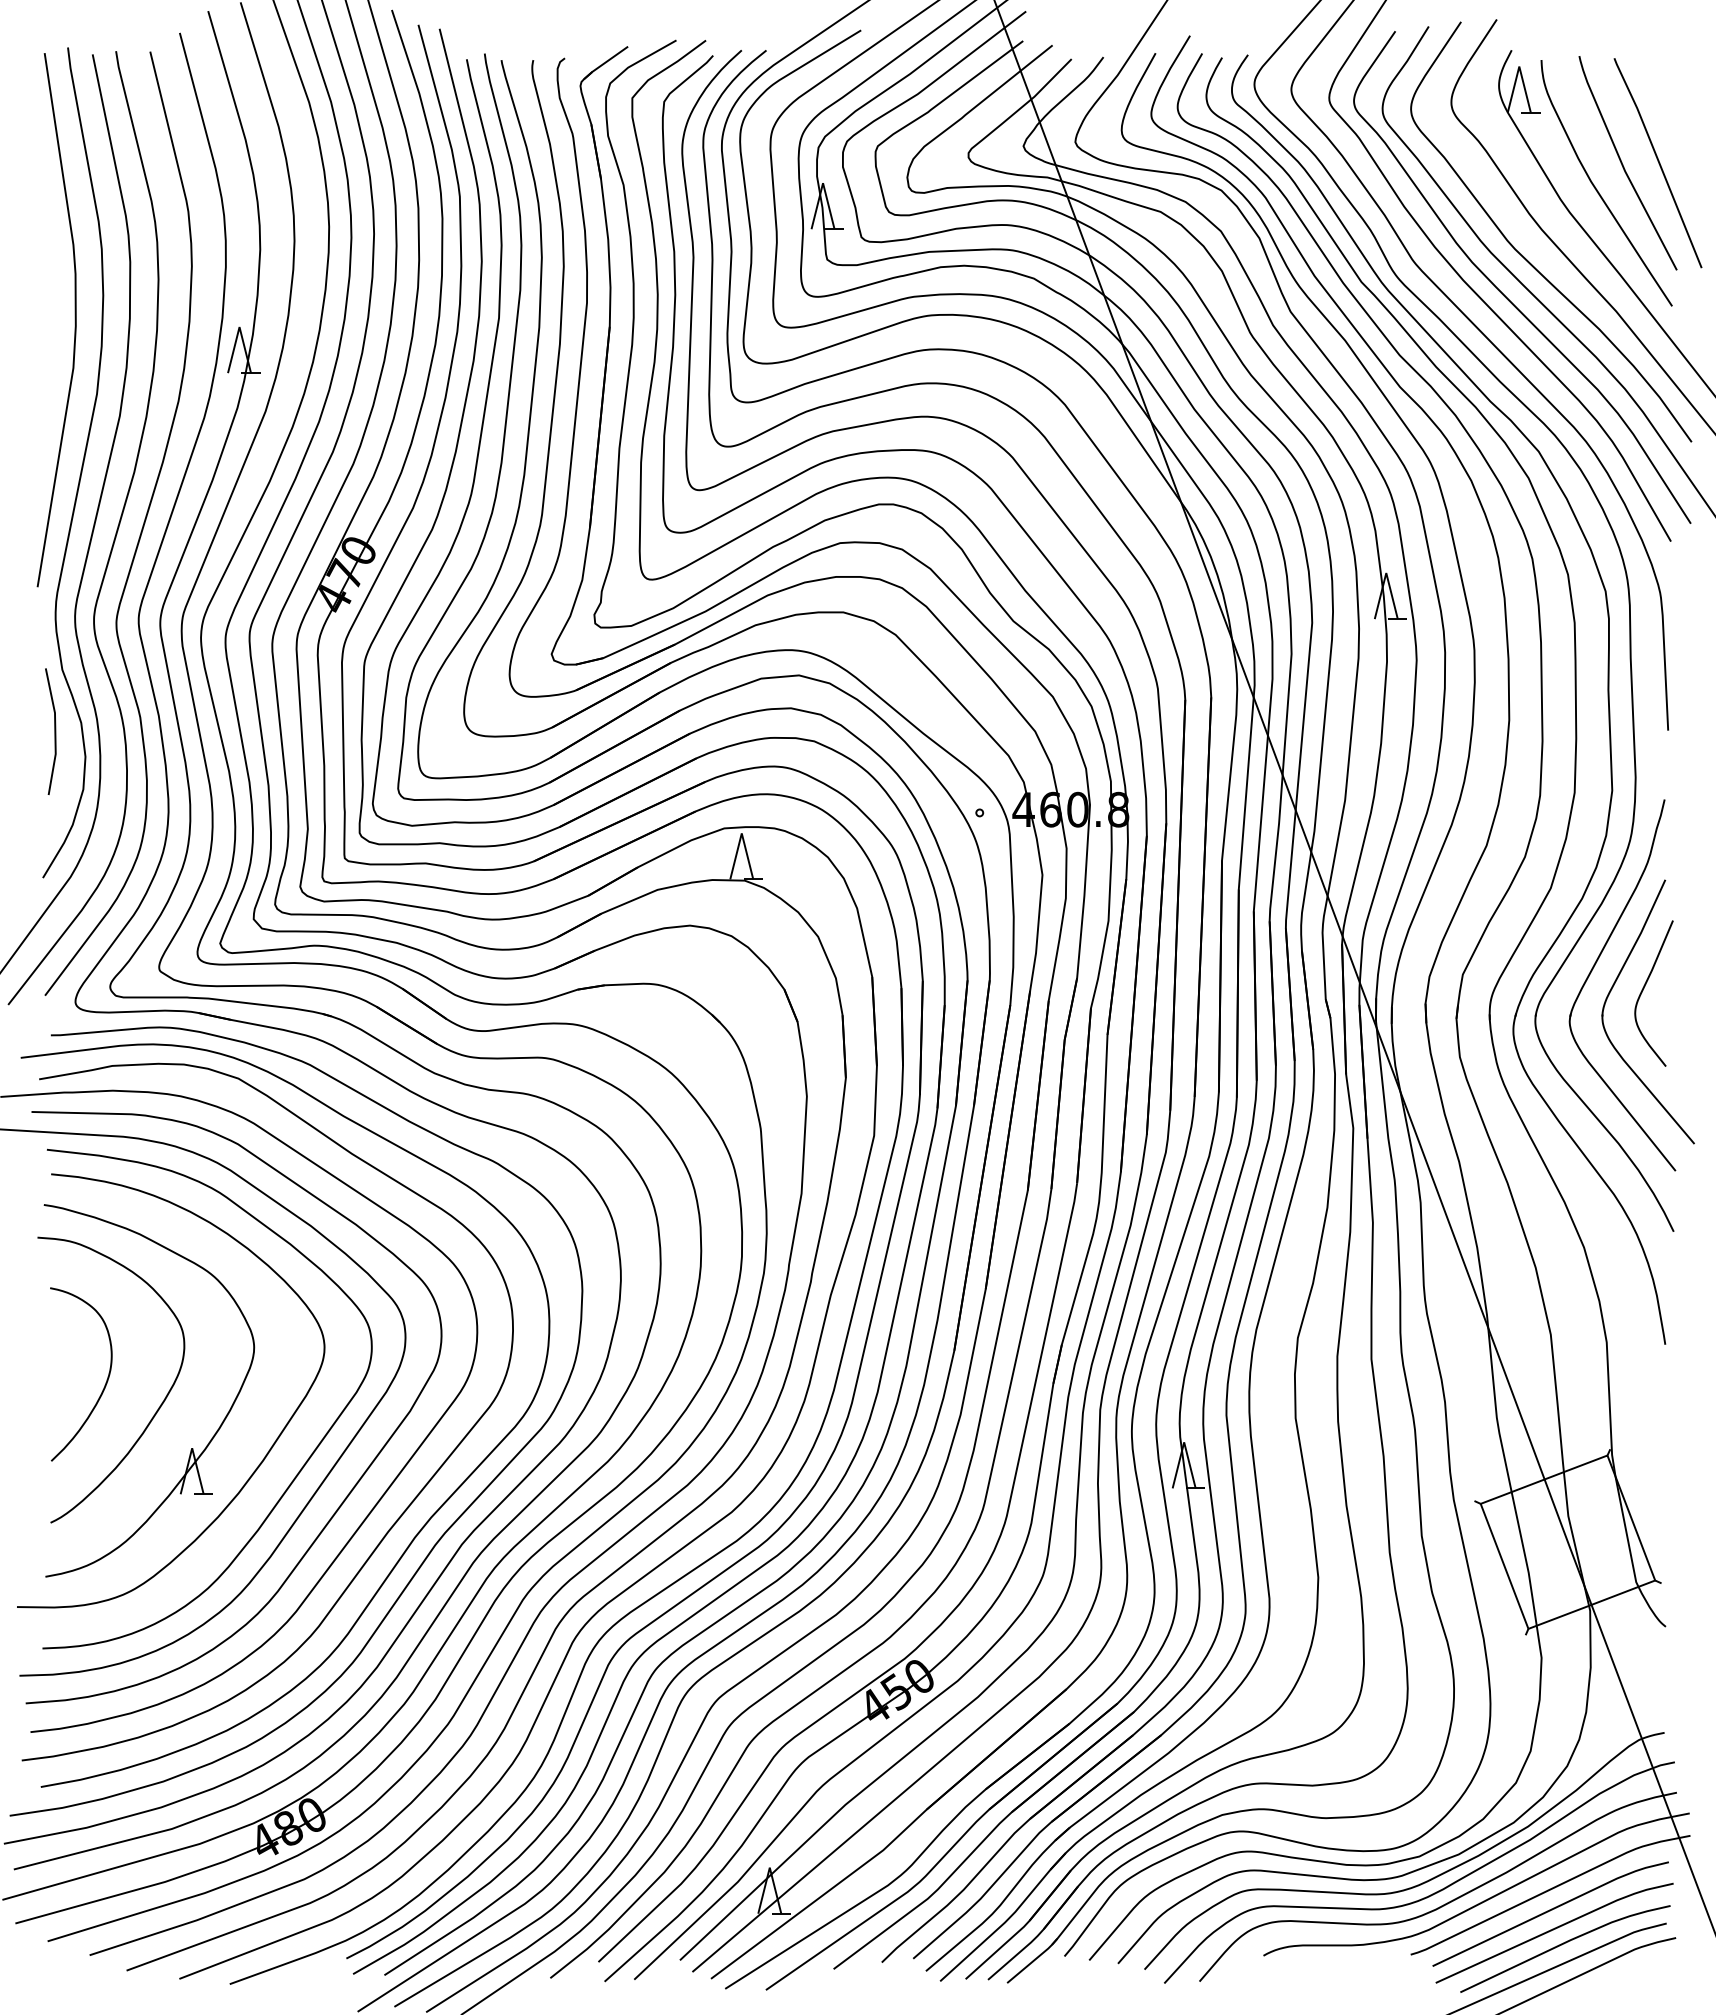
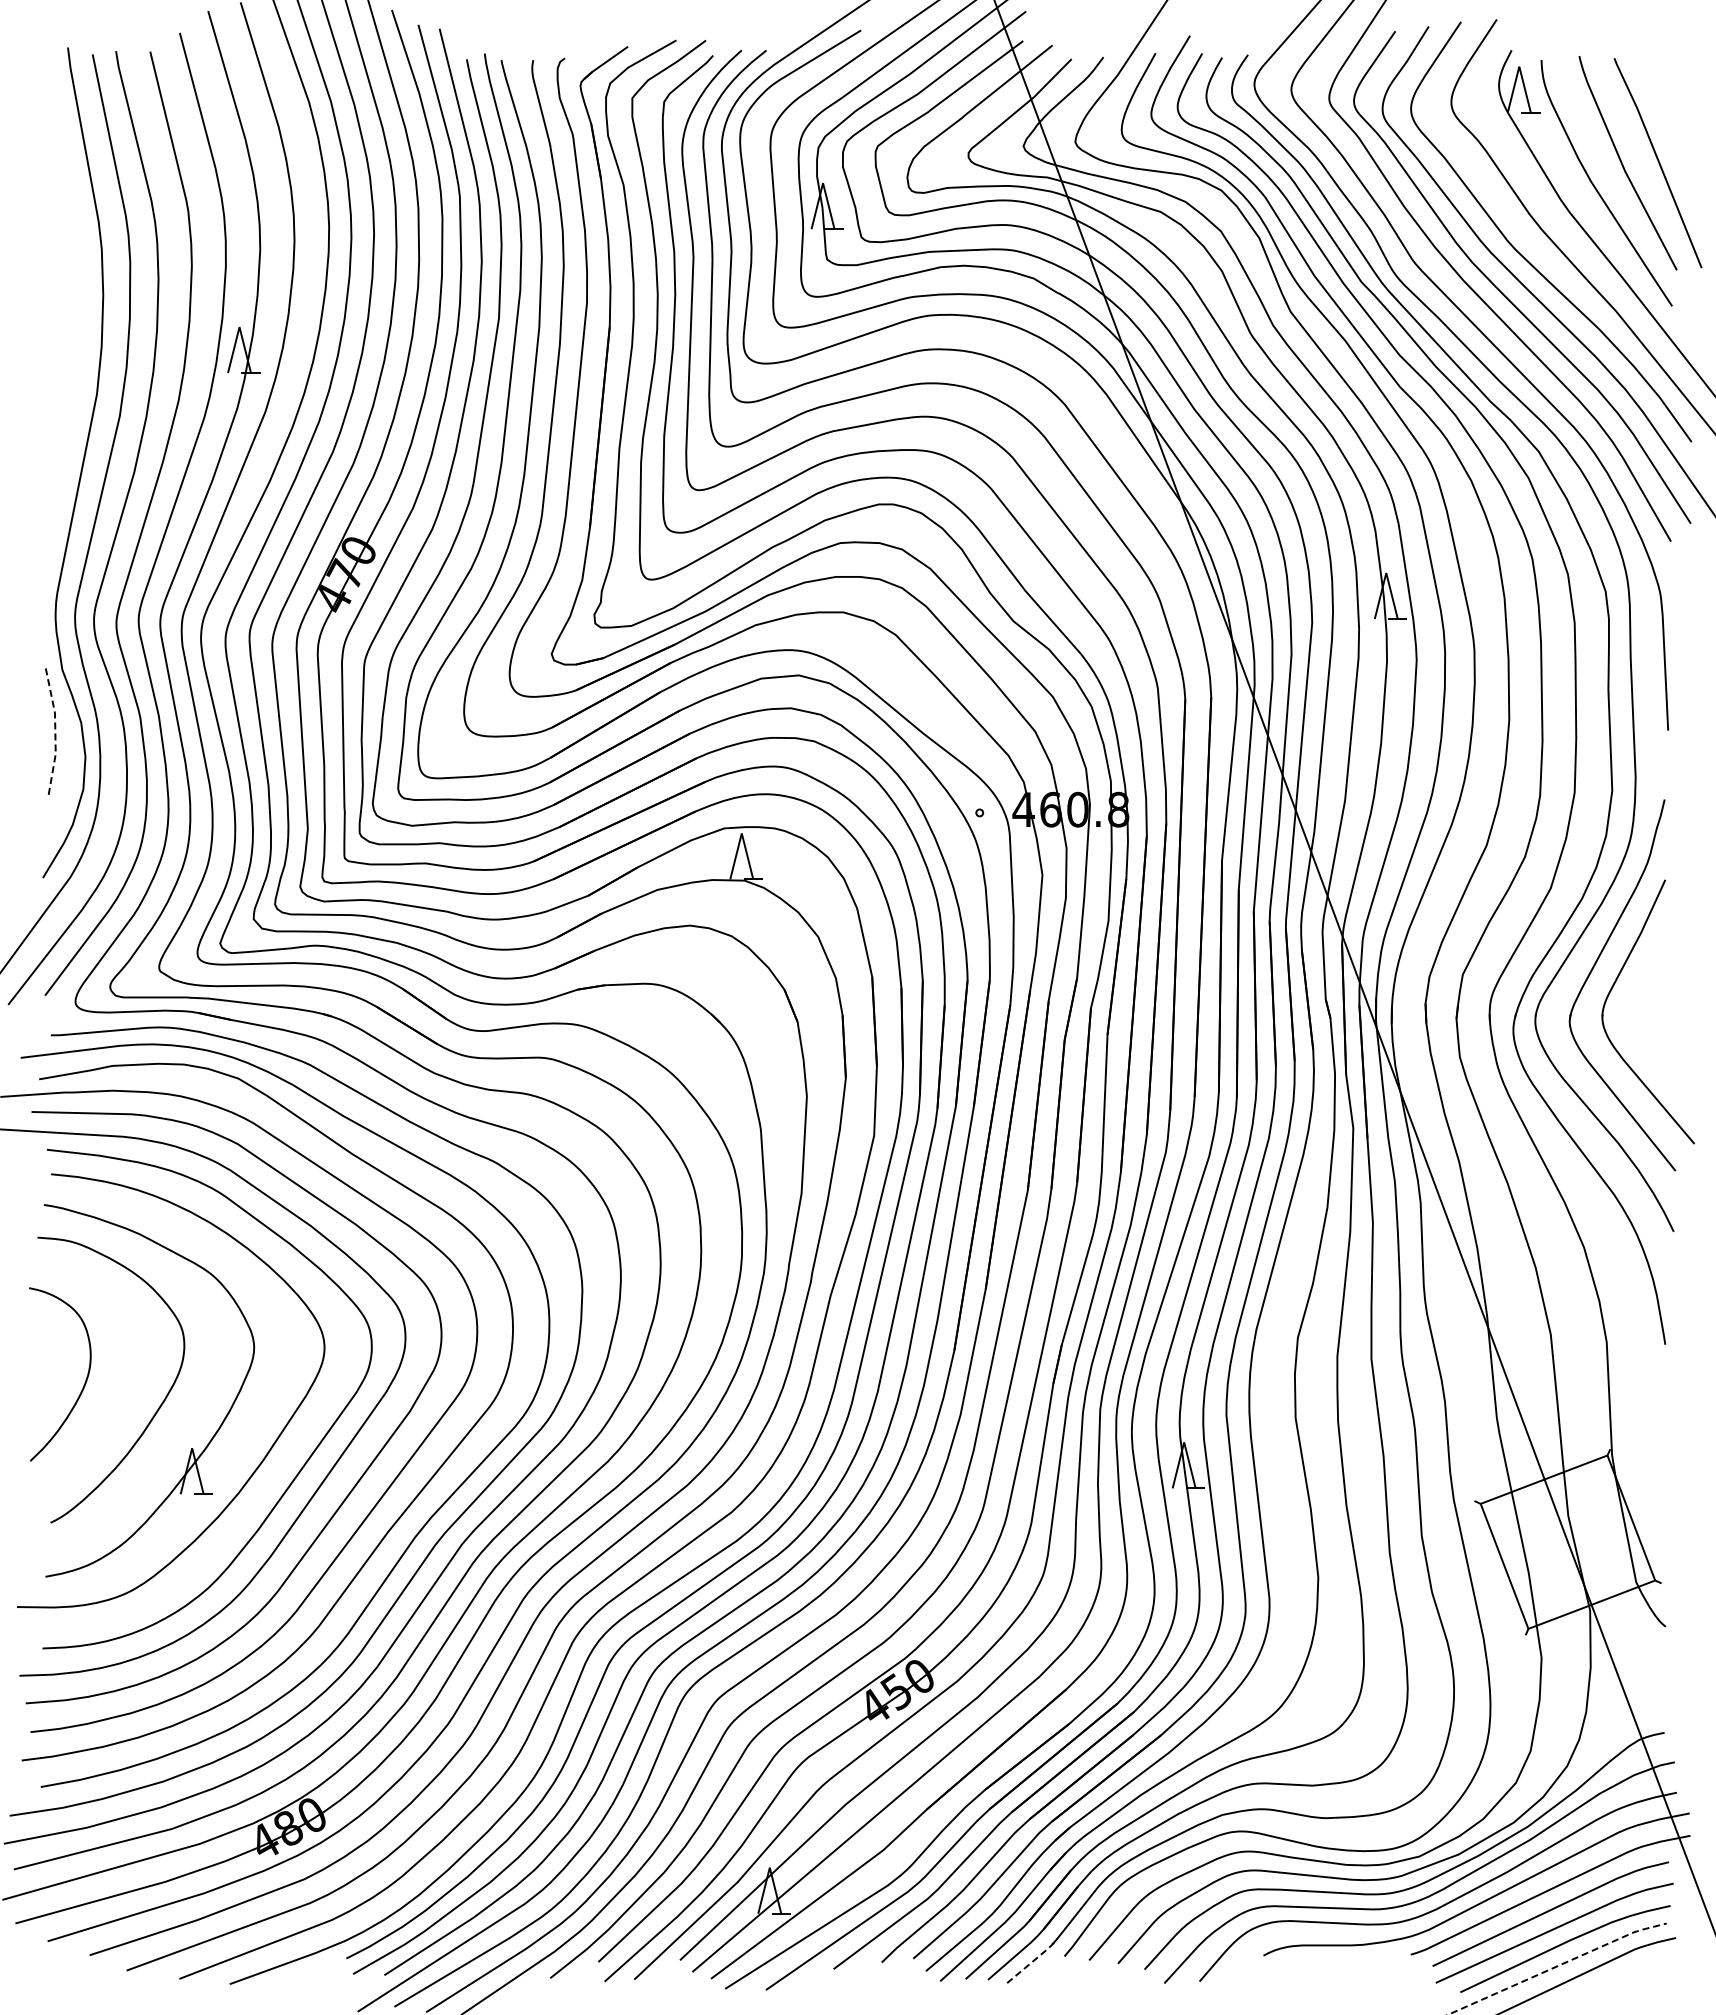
curve at (74, 320): present -> none
line at (55, 731): solid -> dashed
curve at (1644, 988): present -> none
curve at (105, 1382) position: (105, 1382) -> (84, 1382)
line at (1034, 1960): solid -> dashed
line at (1558, 1966): solid -> dashed
